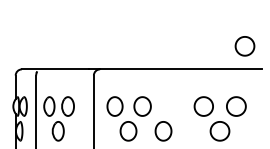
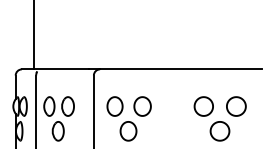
line at (34, 35): none -> present
part at (244, 46): present -> none
part at (163, 131): present -> none
